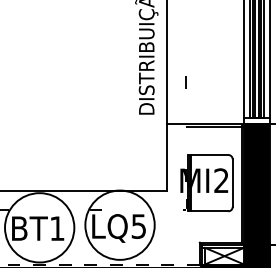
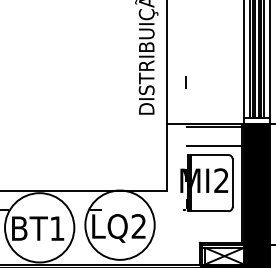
line at (215, 145): none -> present
text at (138, 226): LQ5 -> LQ2
line at (100, 265): dashed -> solid
